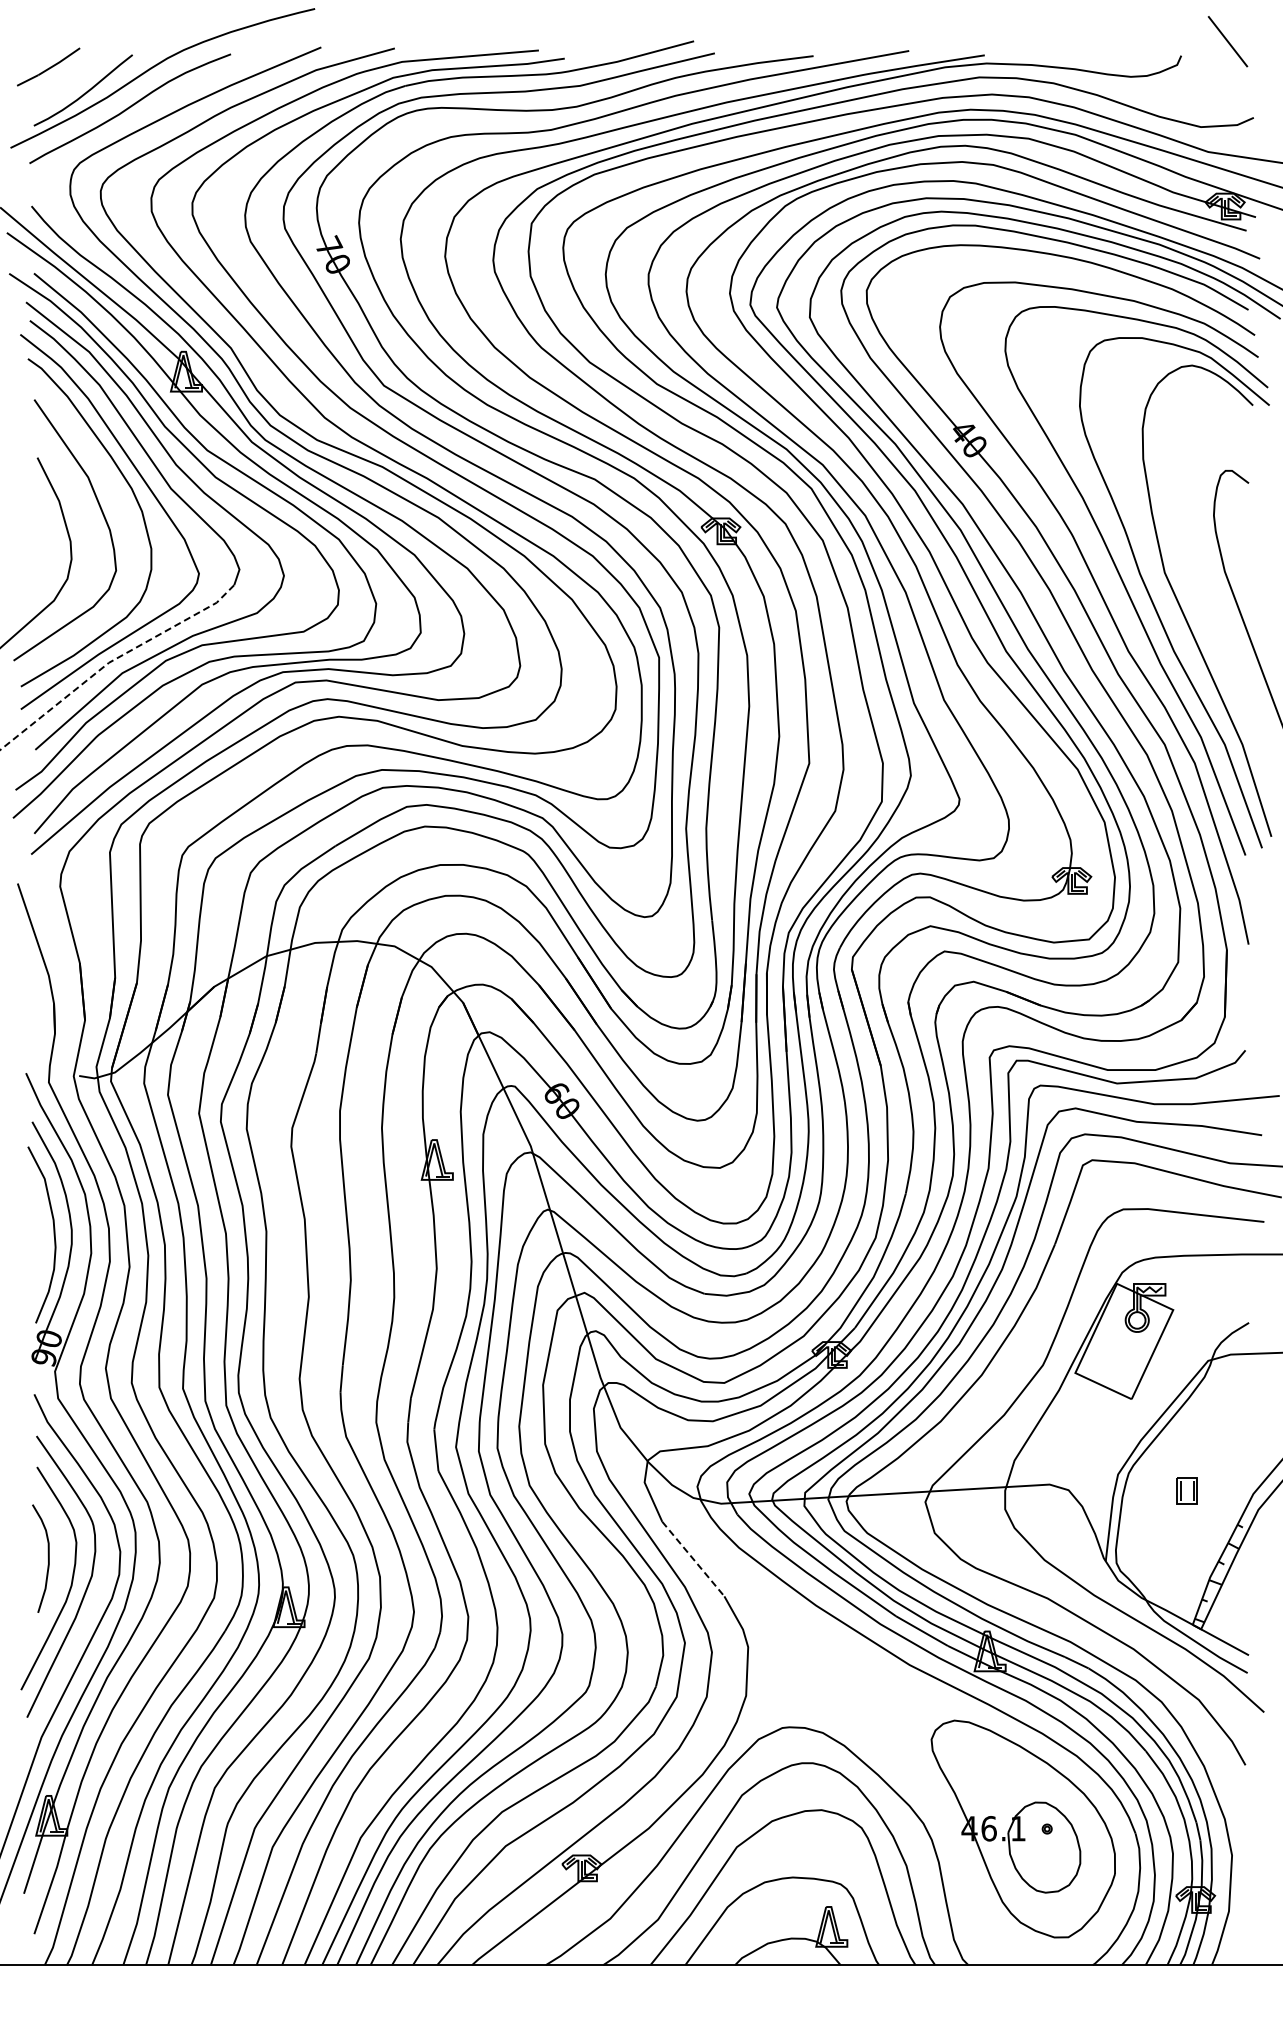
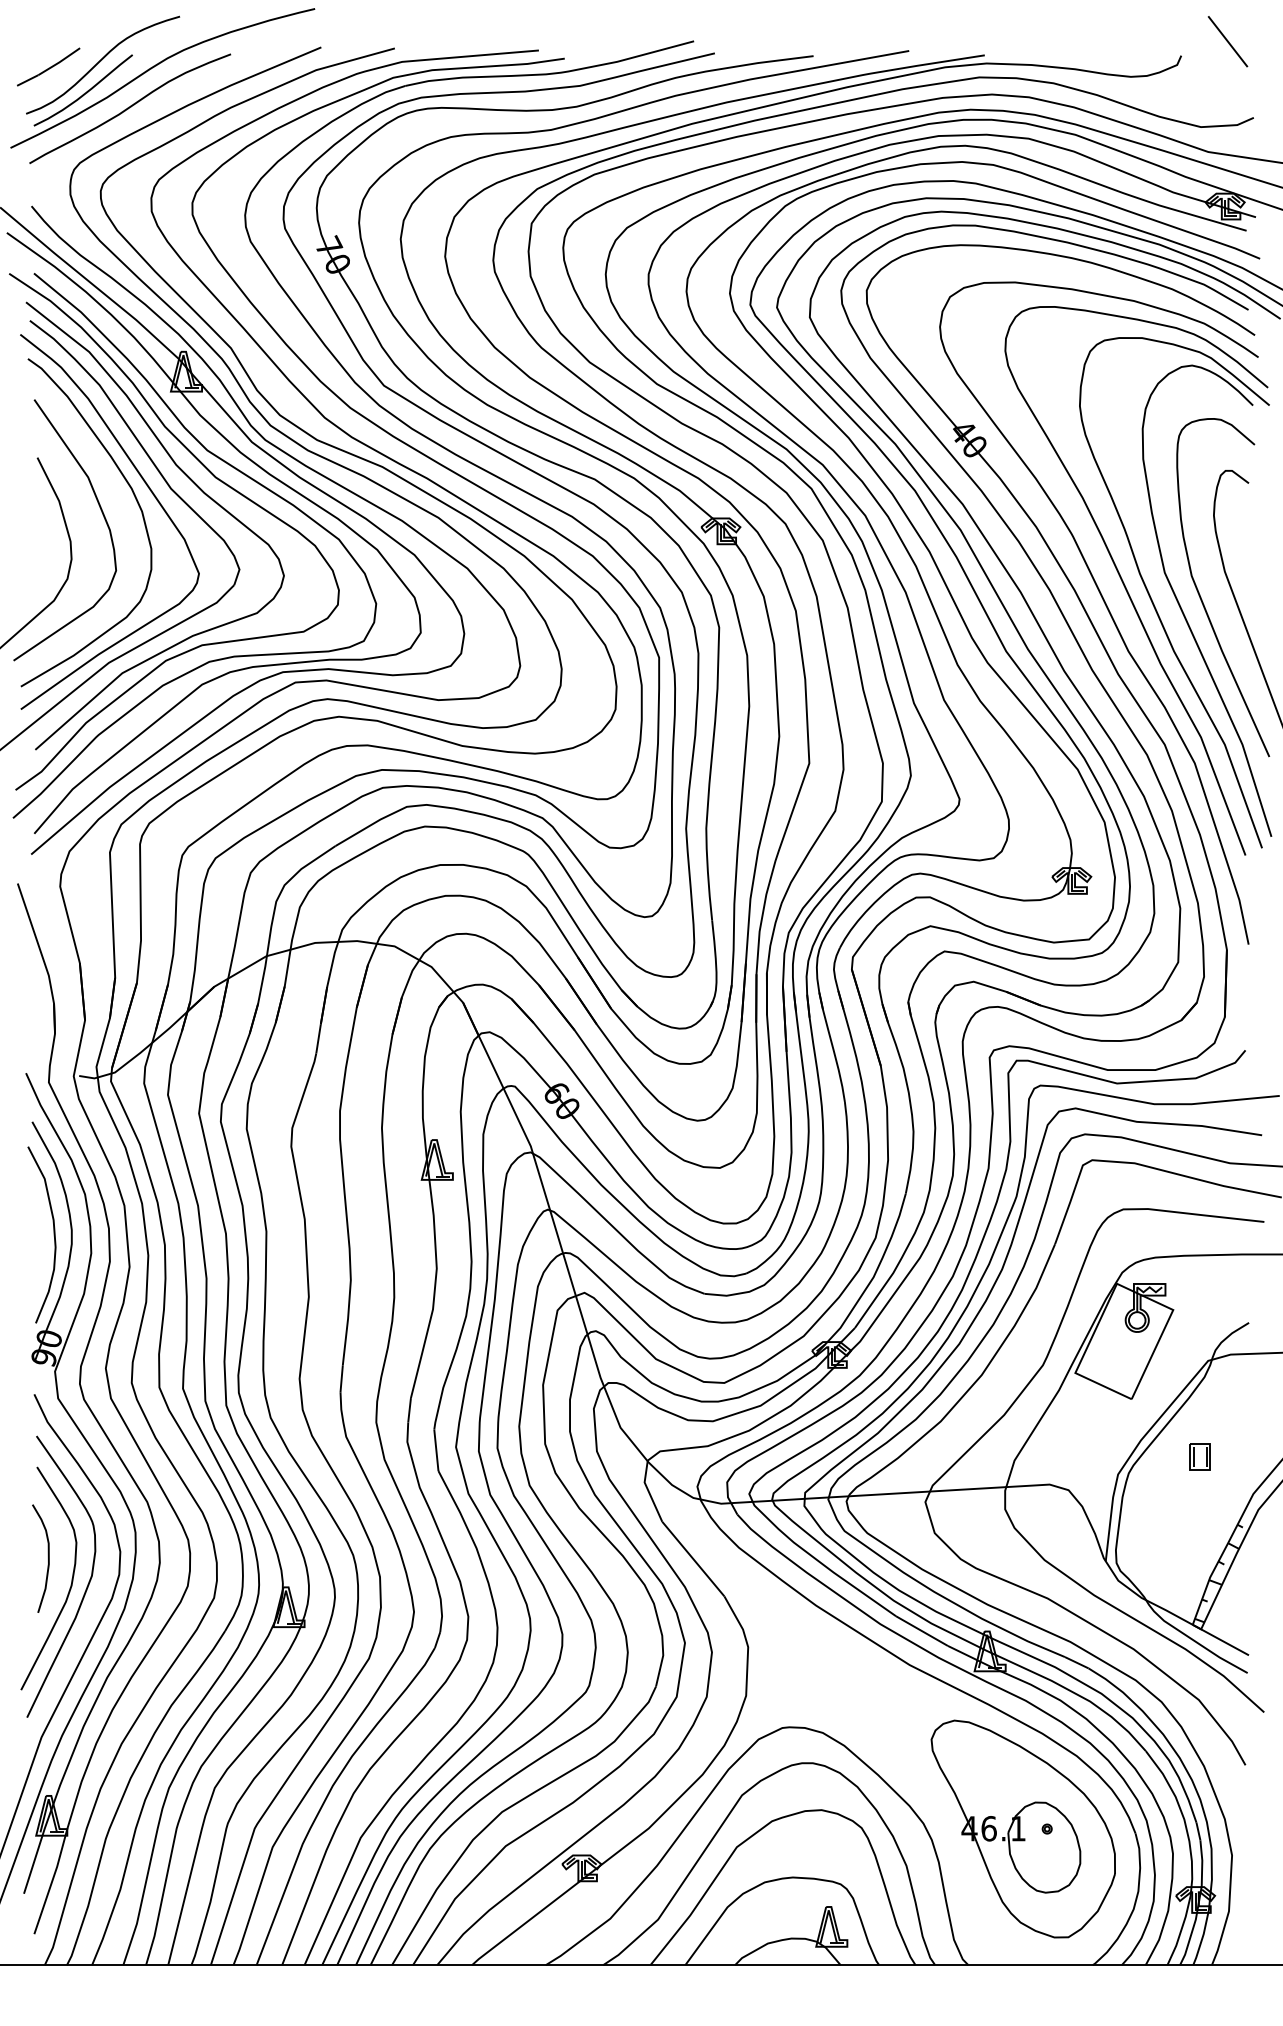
curve at (101, 61): none -> present
curve at (1200, 594): none -> present
line at (113, 660): dashed -> solid
part at (1186, 1490) position: (1186, 1490) -> (1199, 1456)
line at (693, 1559): dashed -> solid
